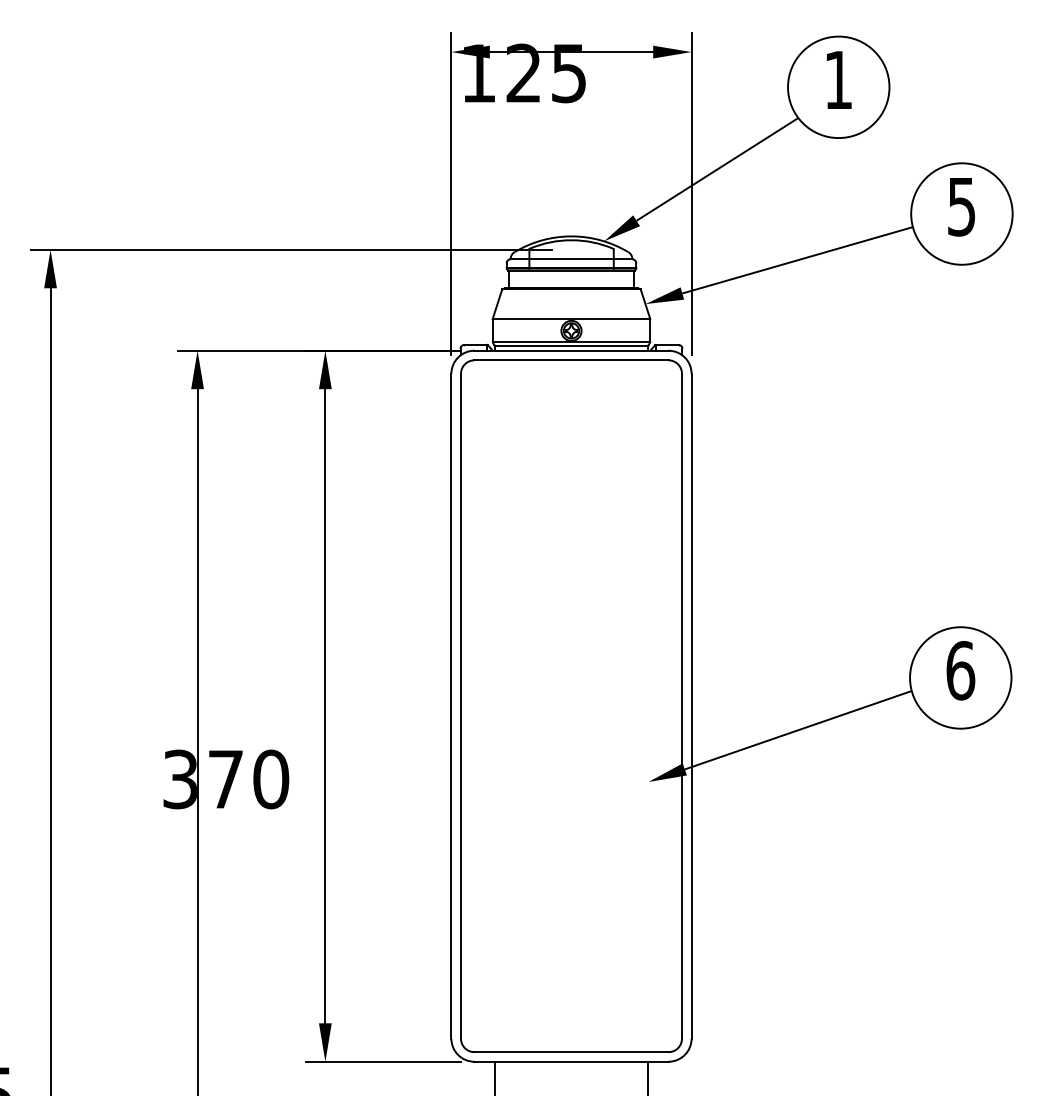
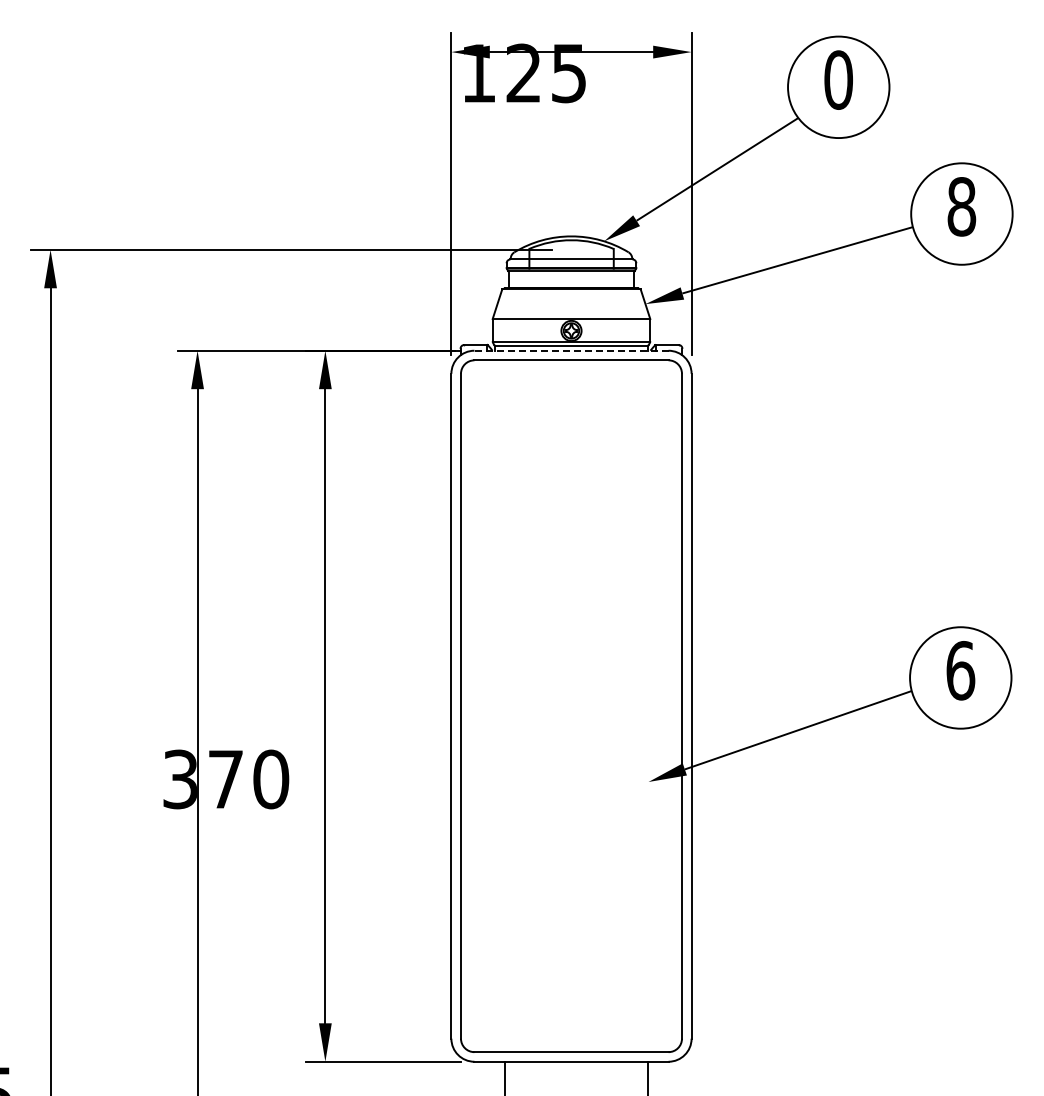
text at (838, 79): 1 -> 0
text at (961, 206): 5 -> 8
line at (571, 350): solid -> dashed
line at (494, 1076) position: (494, 1076) -> (504, 1076)
